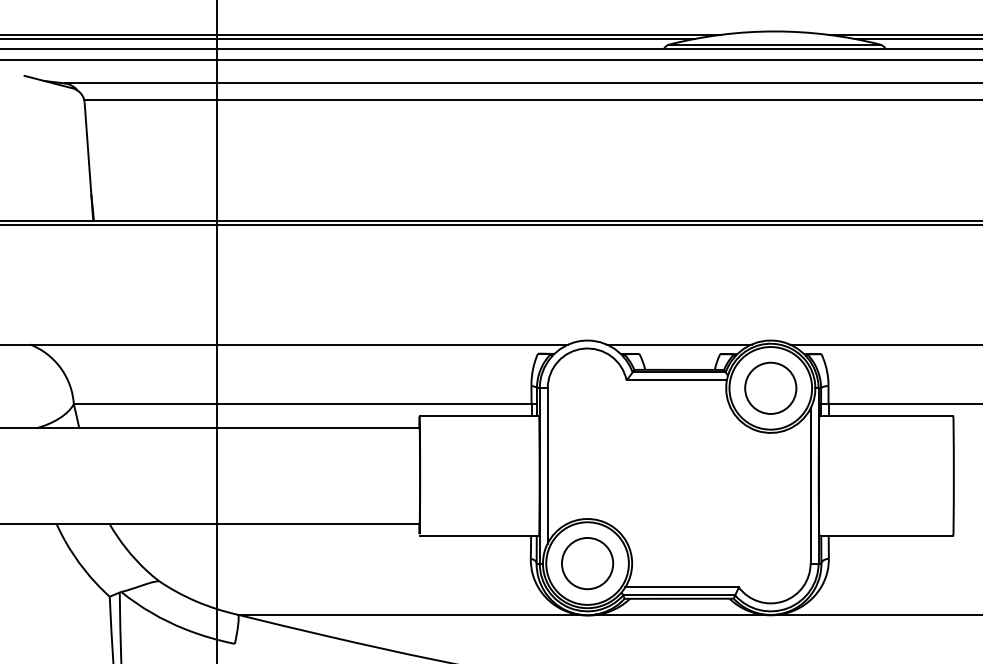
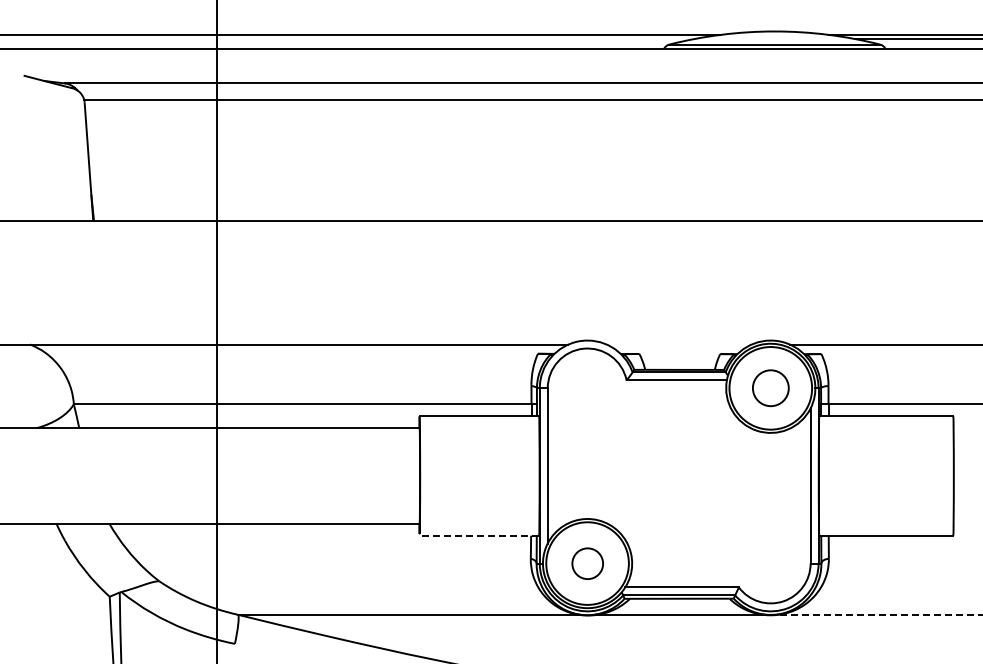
line at (348, 38): present -> none
line at (490, 59): present -> none
line at (490, 225): present -> none
line at (678, 344): present -> none
circle at (770, 387) size: 54x54 px -> 38x39 px
line at (479, 535): solid -> dashed
circle at (587, 563) size: 54x54 px -> 33x33 px
line at (879, 614): solid -> dashed
